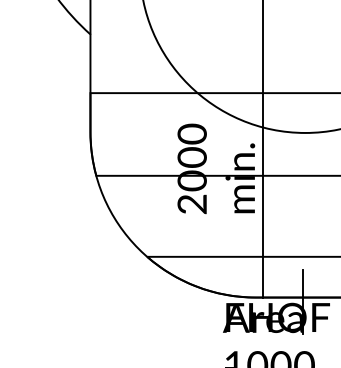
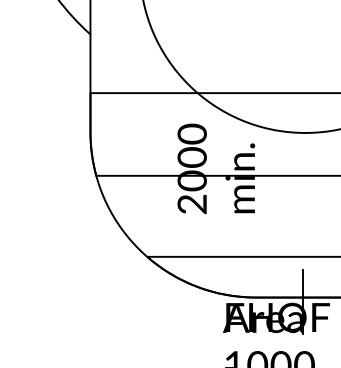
line at (262, 149): present -> none
